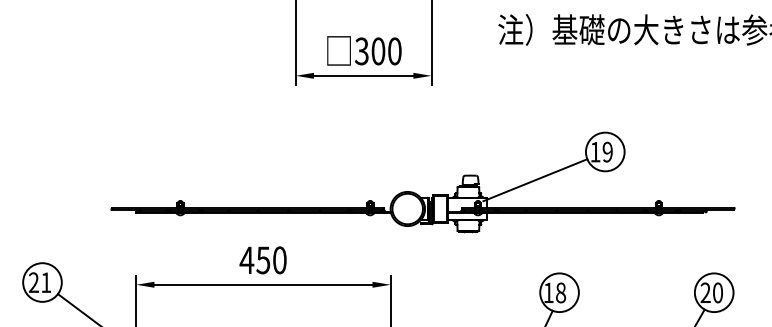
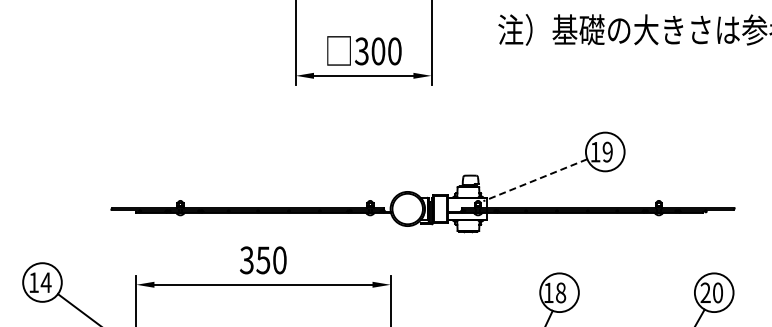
line at (534, 180): solid -> dashed
text at (246, 260): 450 -> 350
text at (40, 282): 21 -> 14
